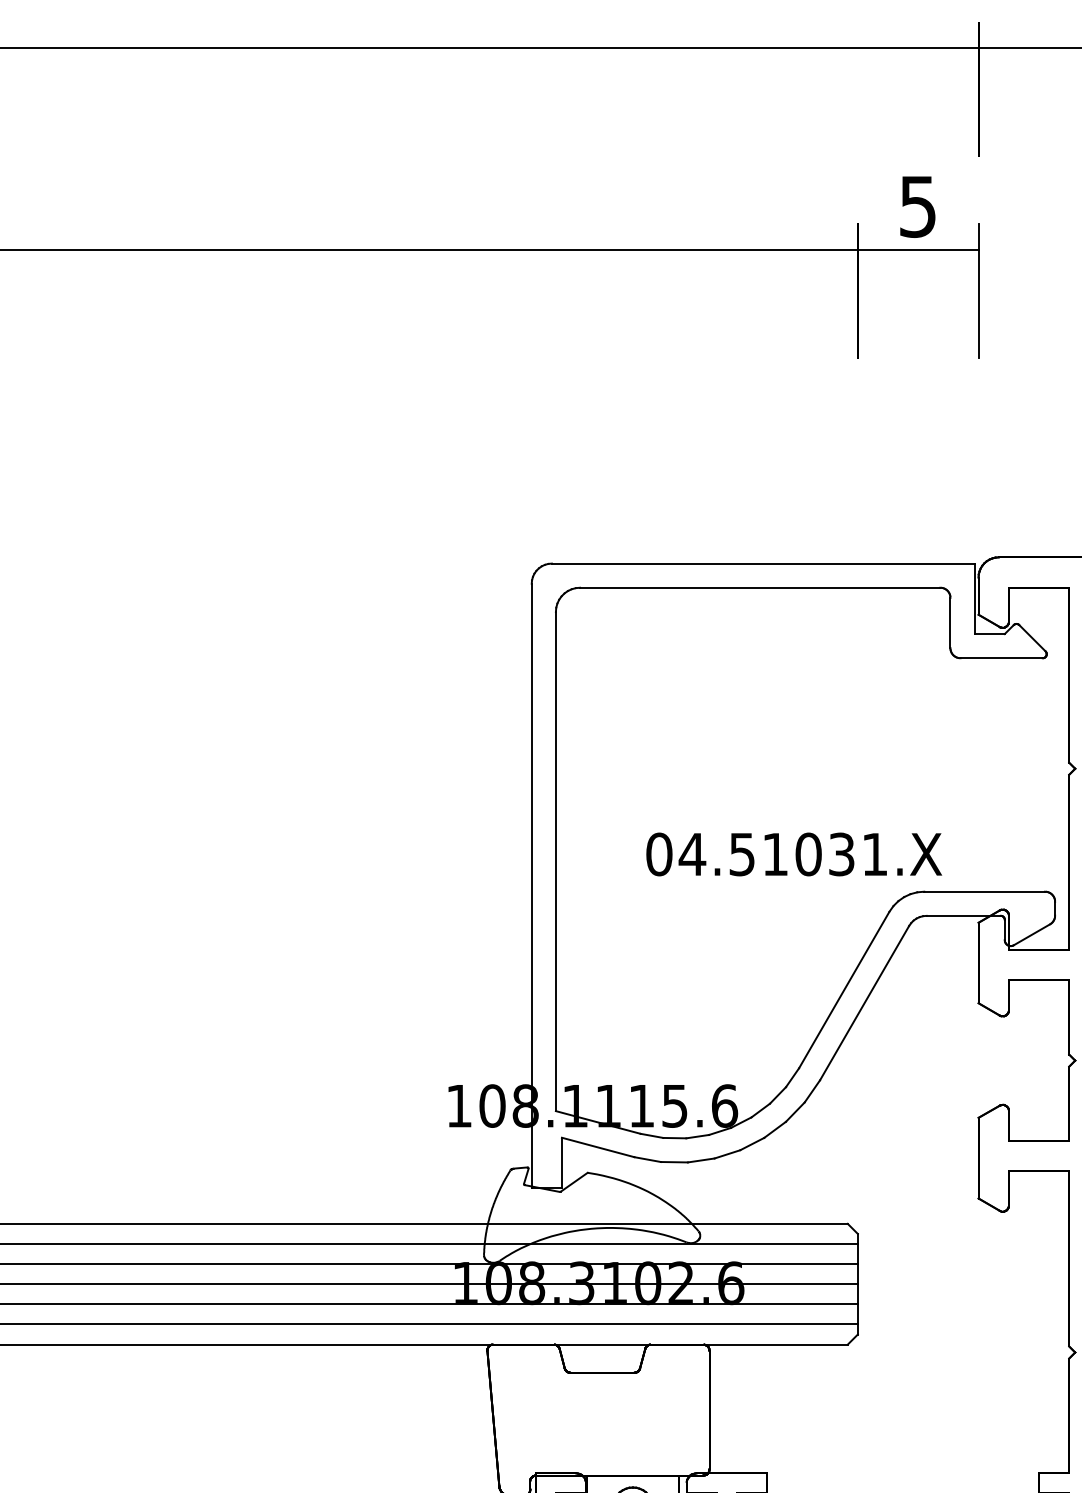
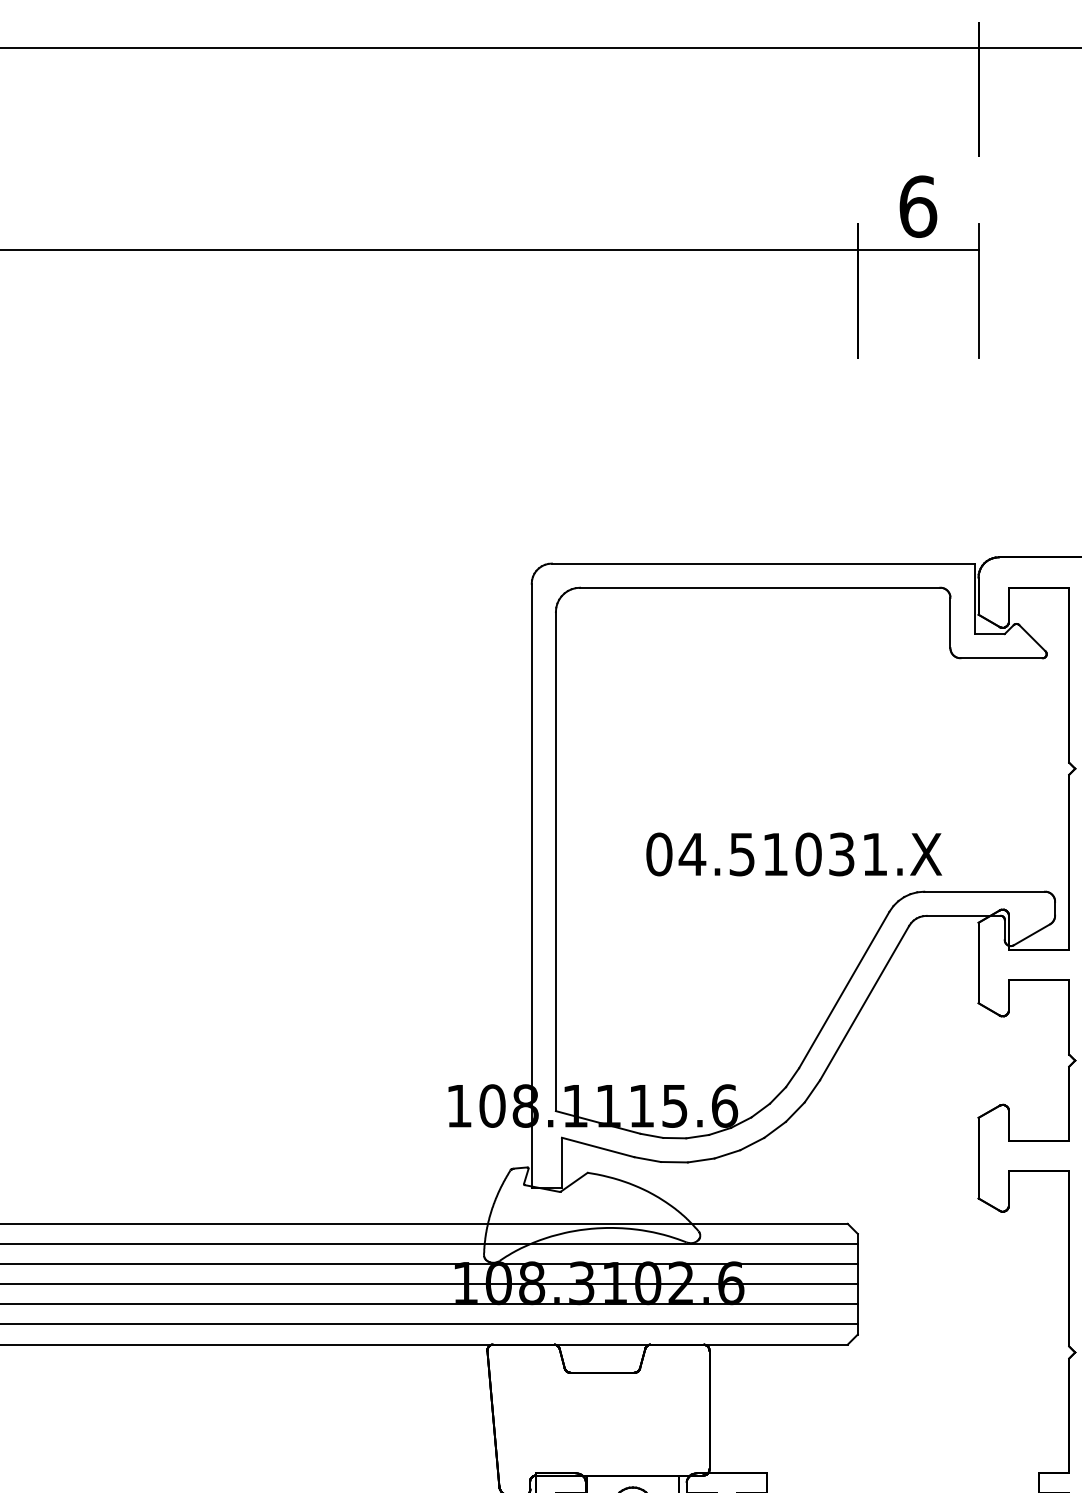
text at (918, 206): 5 -> 6
